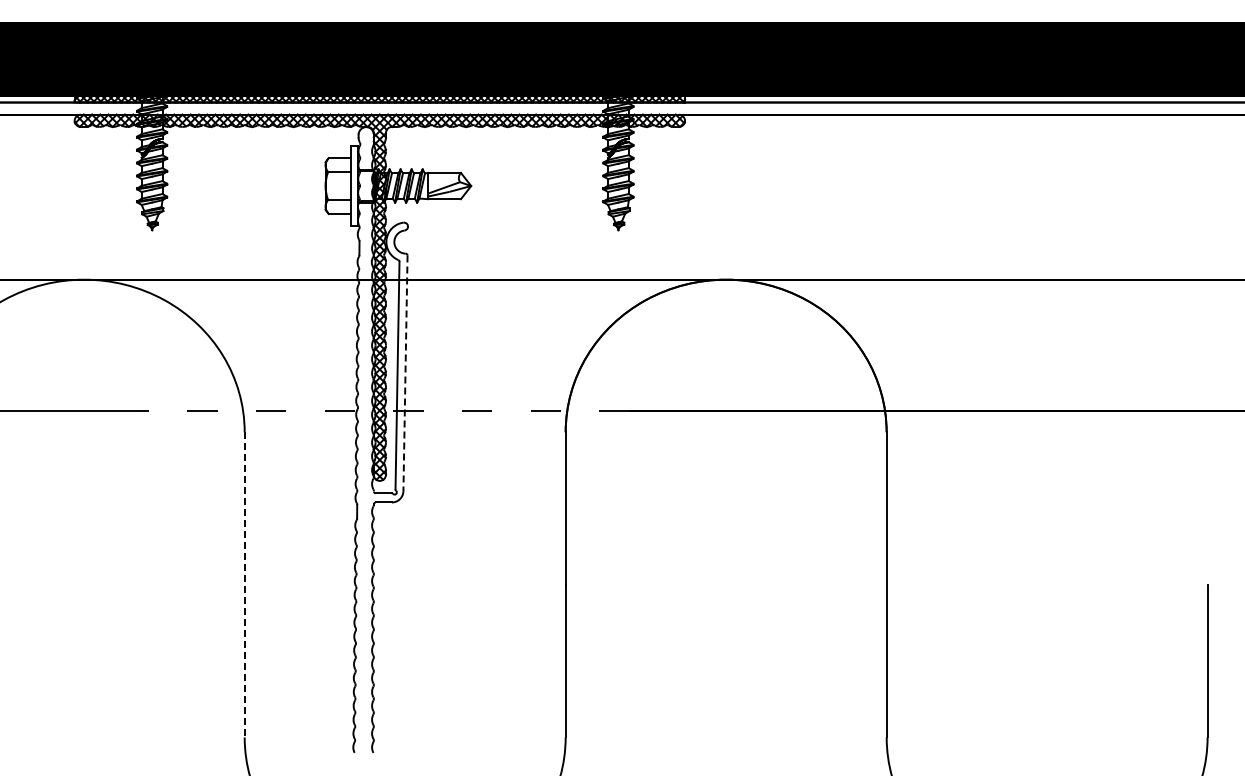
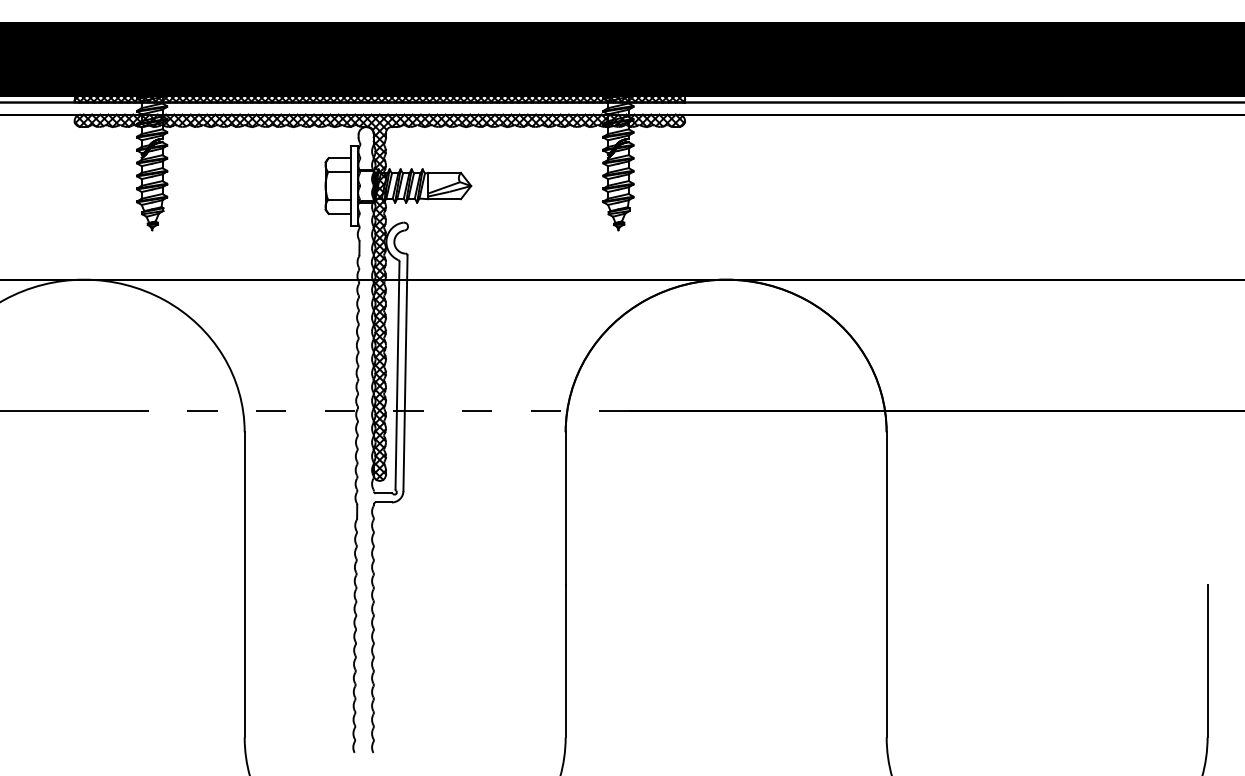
line at (405, 373): dashed -> solid
line at (244, 584): dashed -> solid
